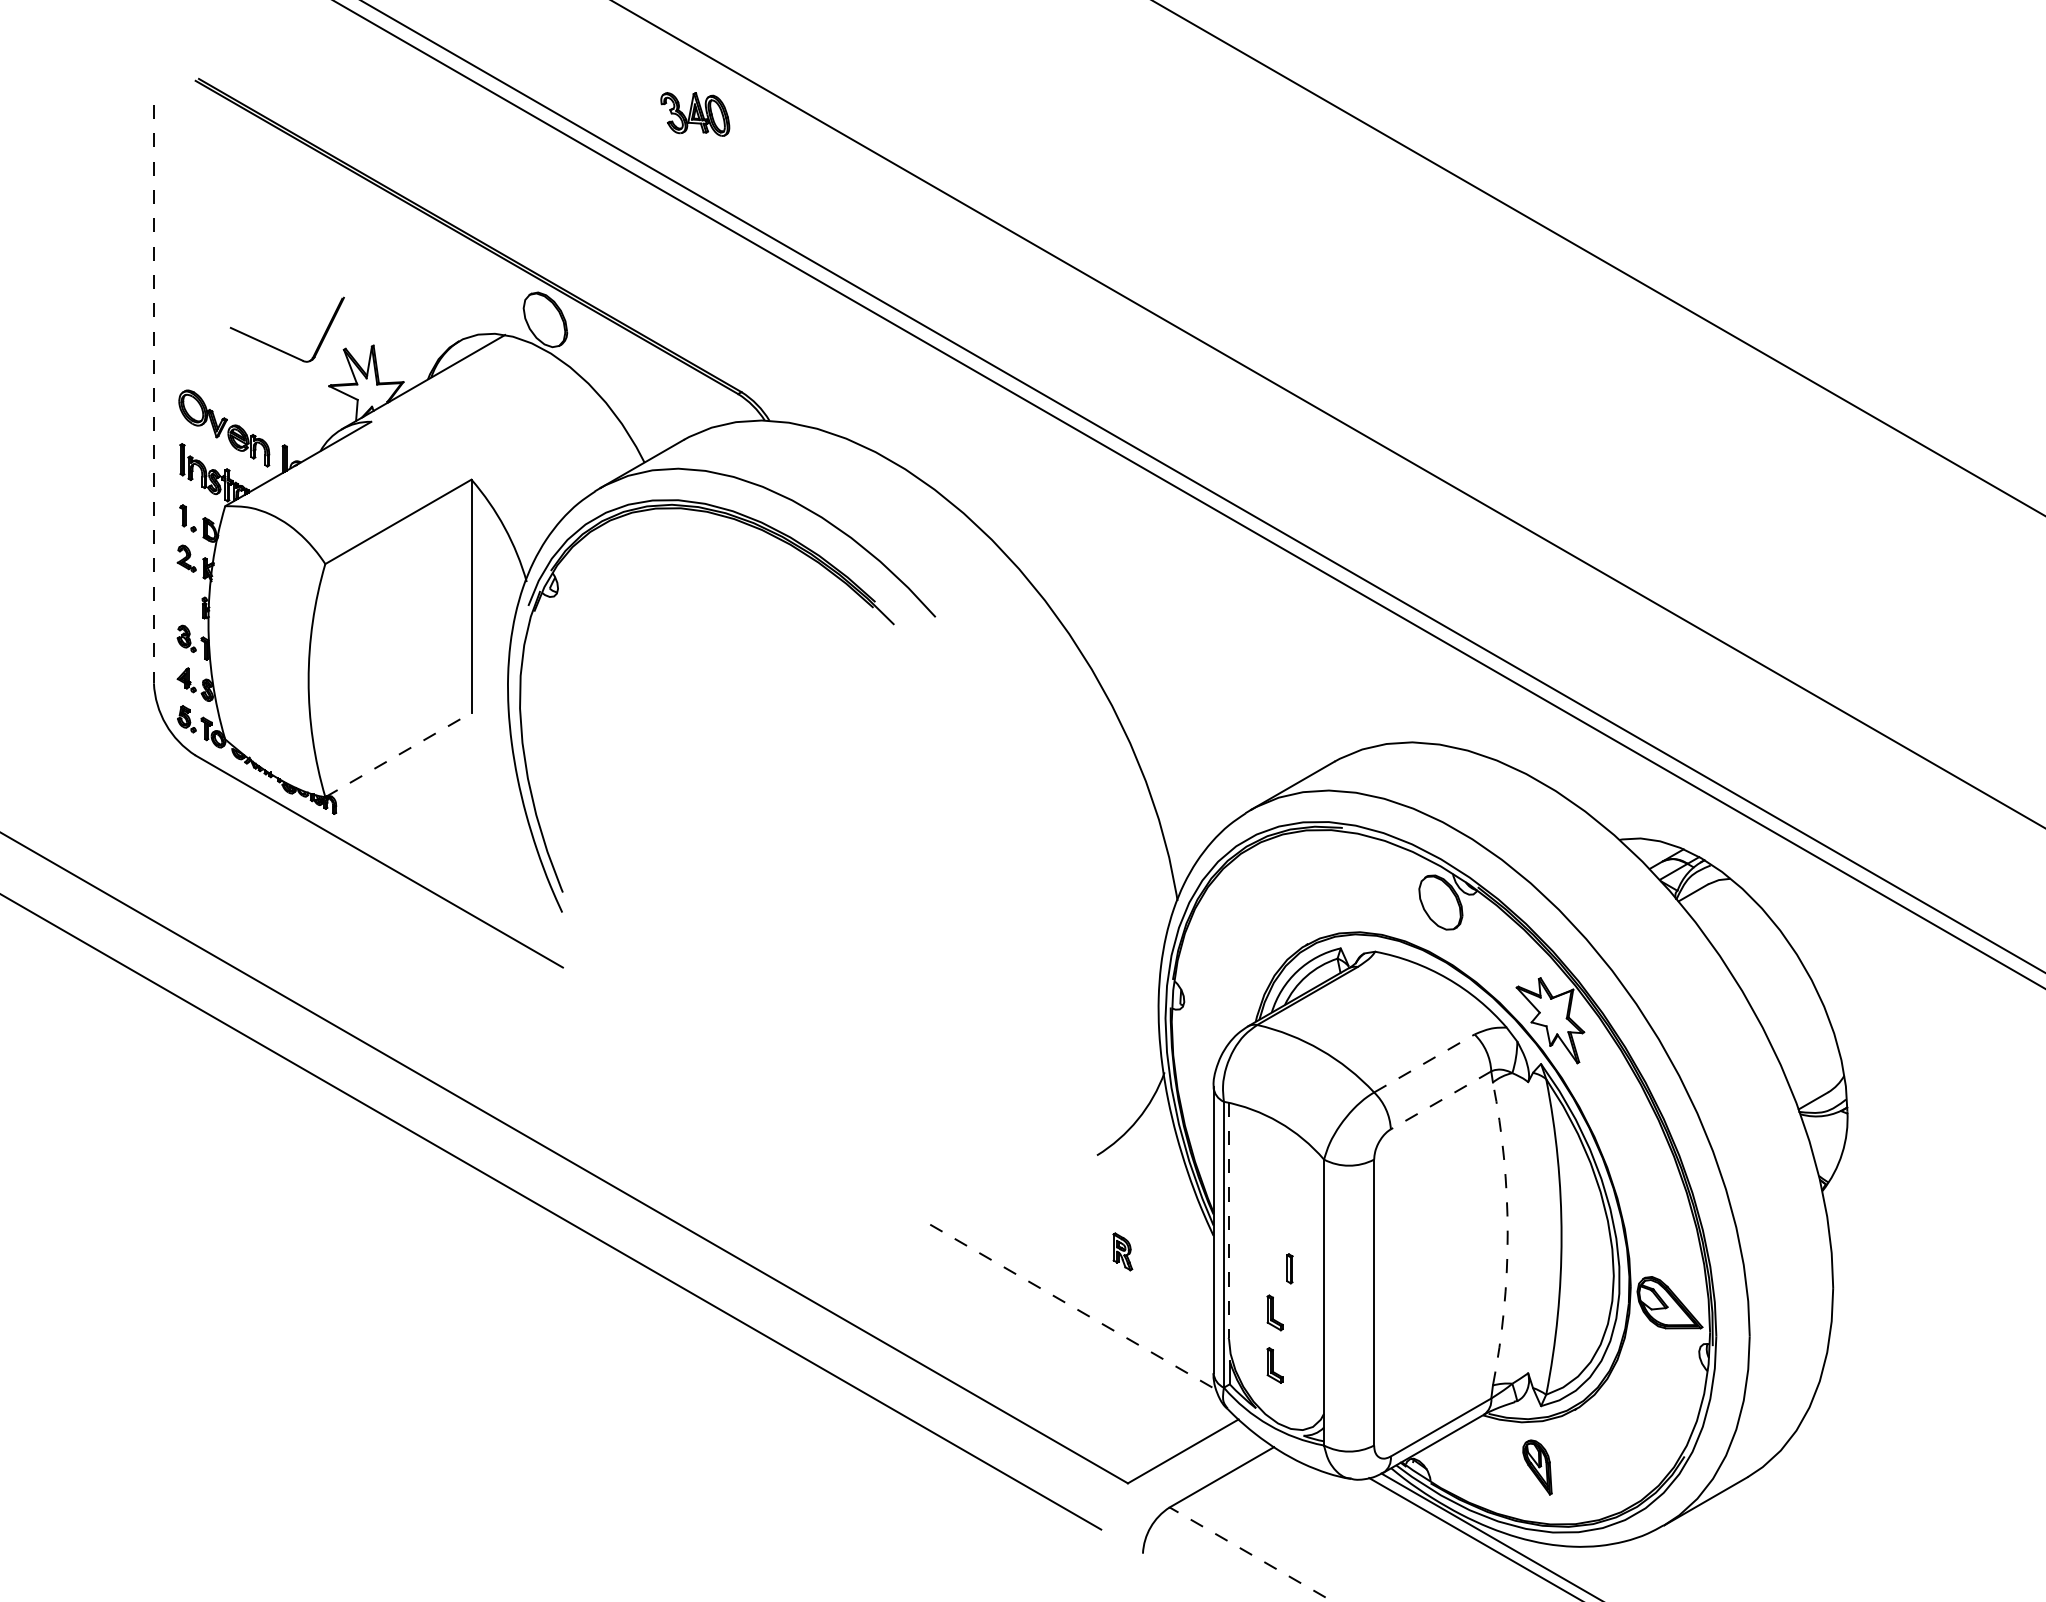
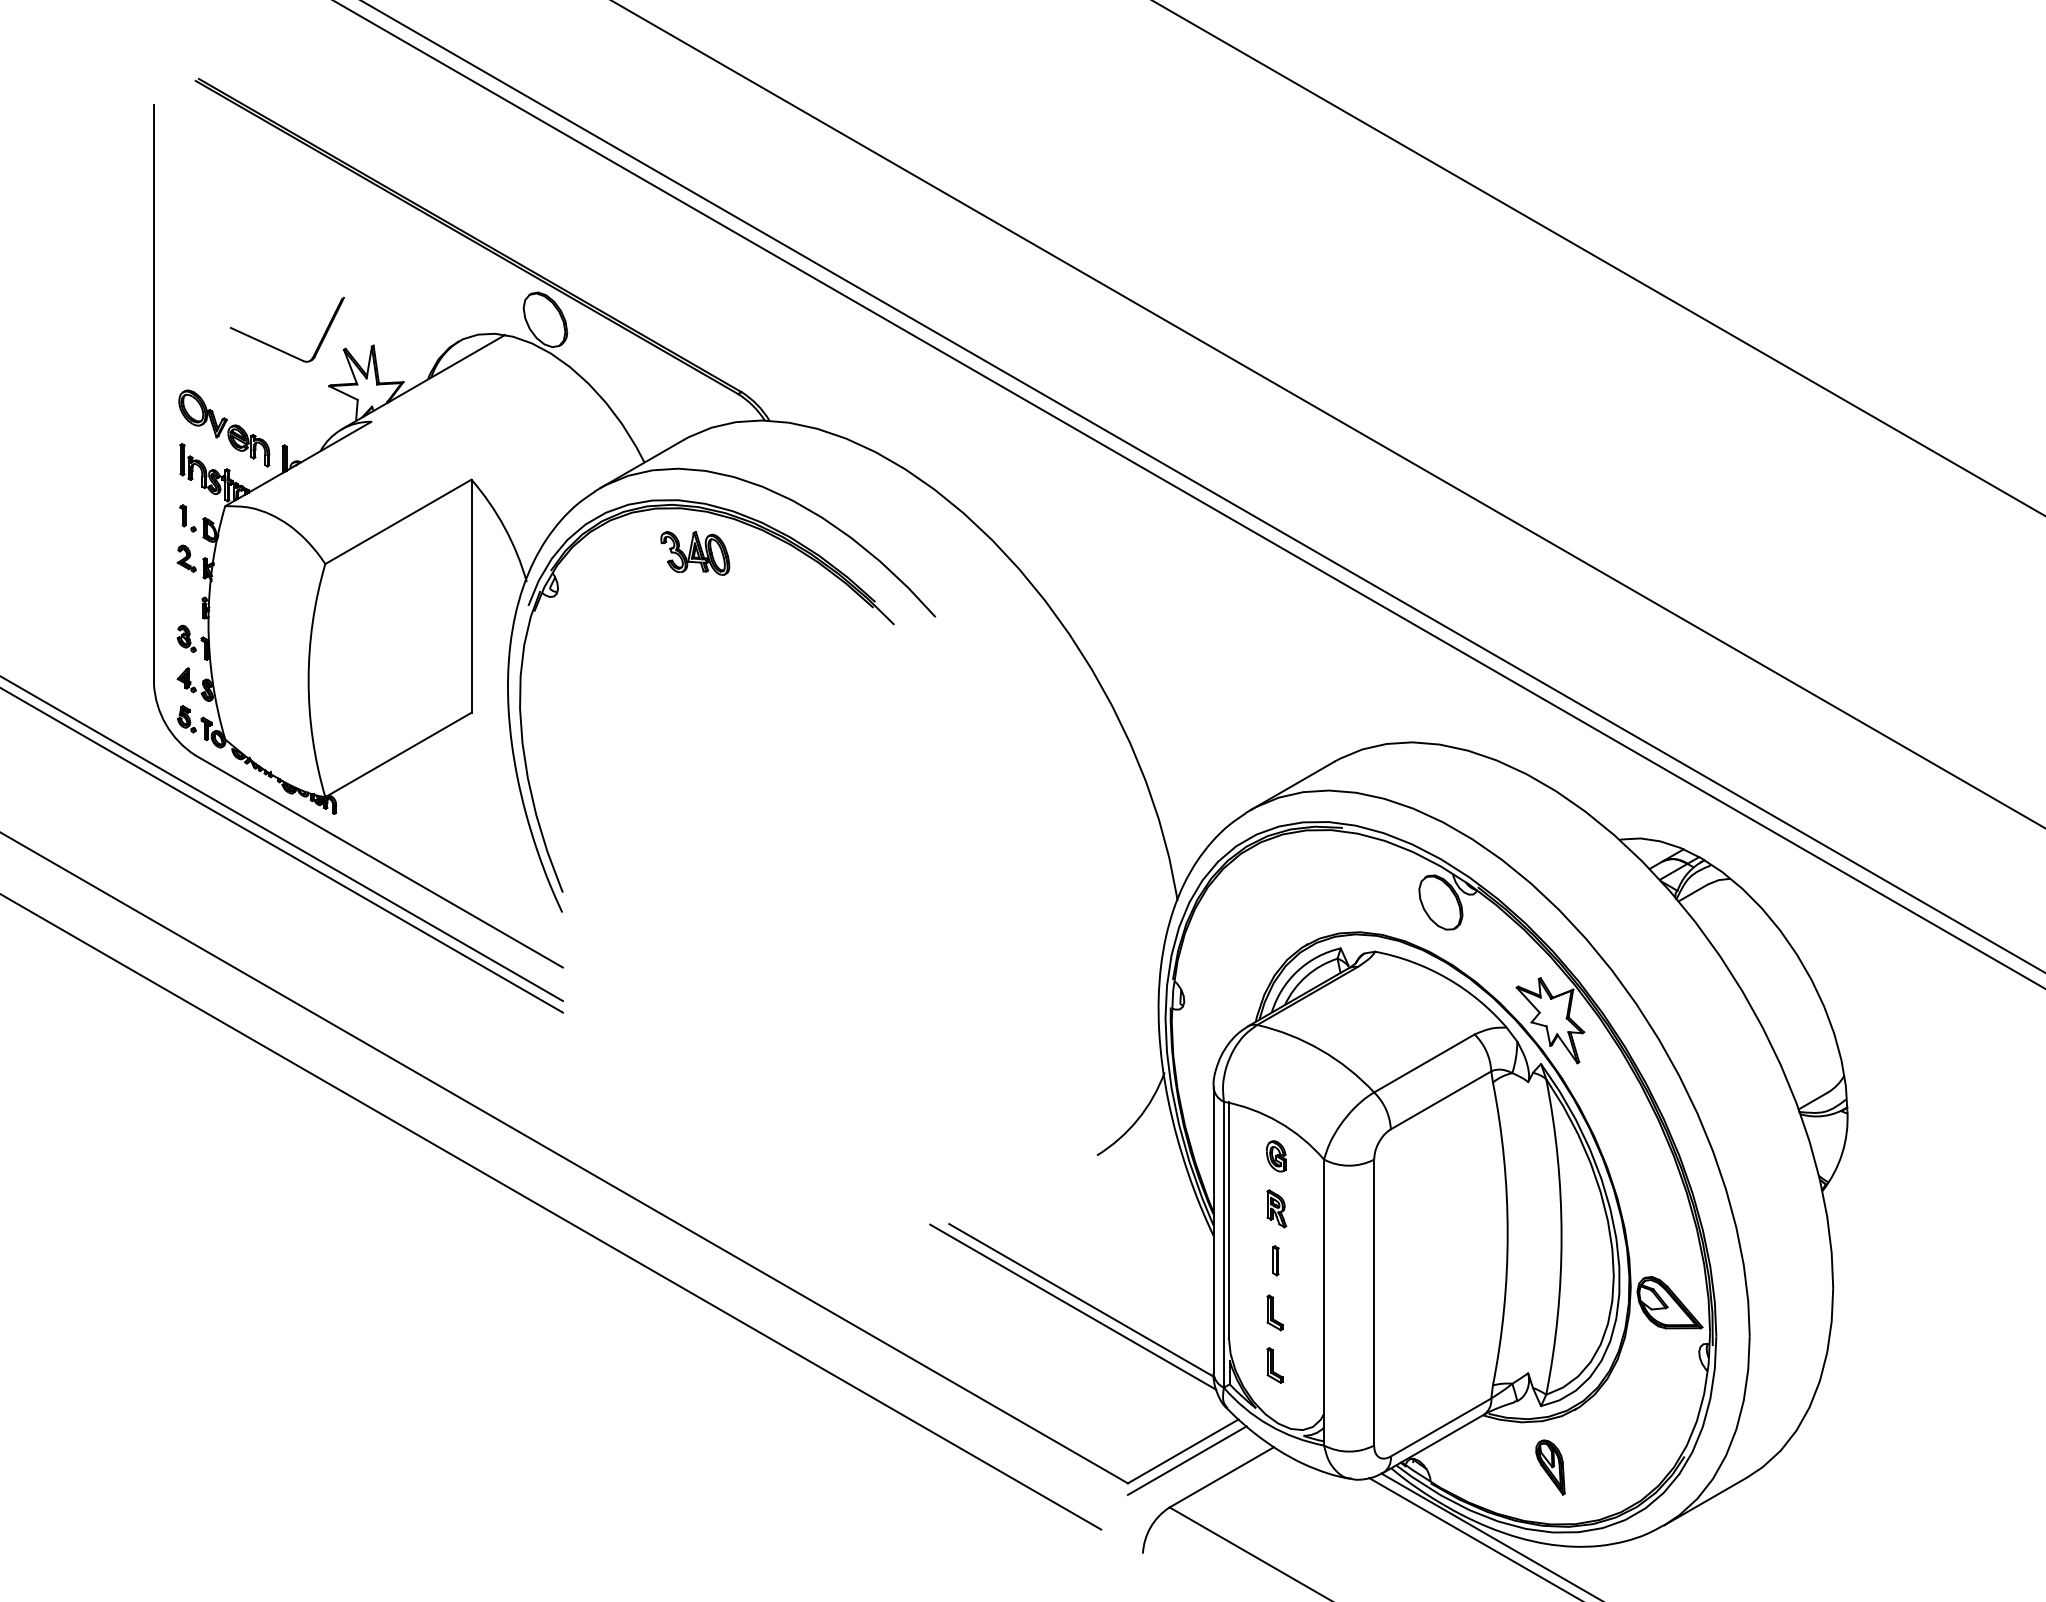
part at (695, 114) position: (695, 114) -> (695, 553)
line at (153, 394): dashed -> solid
line at (398, 754): dashed -> solid
line at (282, 839): none -> present
line at (282, 850): none -> present
line at (1424, 1063): dashed -> solid
line at (1441, 1100): dashed -> solid
part at (1276, 1156): none -> present
line at (1228, 1220): dashed -> solid
arc at (1507, 1234): dashed -> solid
part at (1122, 1251) position: (1122, 1251) -> (1276, 1208)
part at (1289, 1268) position: (1289, 1268) -> (1275, 1260)
line at (1081, 1300): none -> present
line at (1073, 1307): dashed -> solid
line at (1186, 1460): none -> present
part at (1537, 1467) position: (1537, 1467) -> (1550, 1467)
line at (1251, 1554): dashed -> solid
